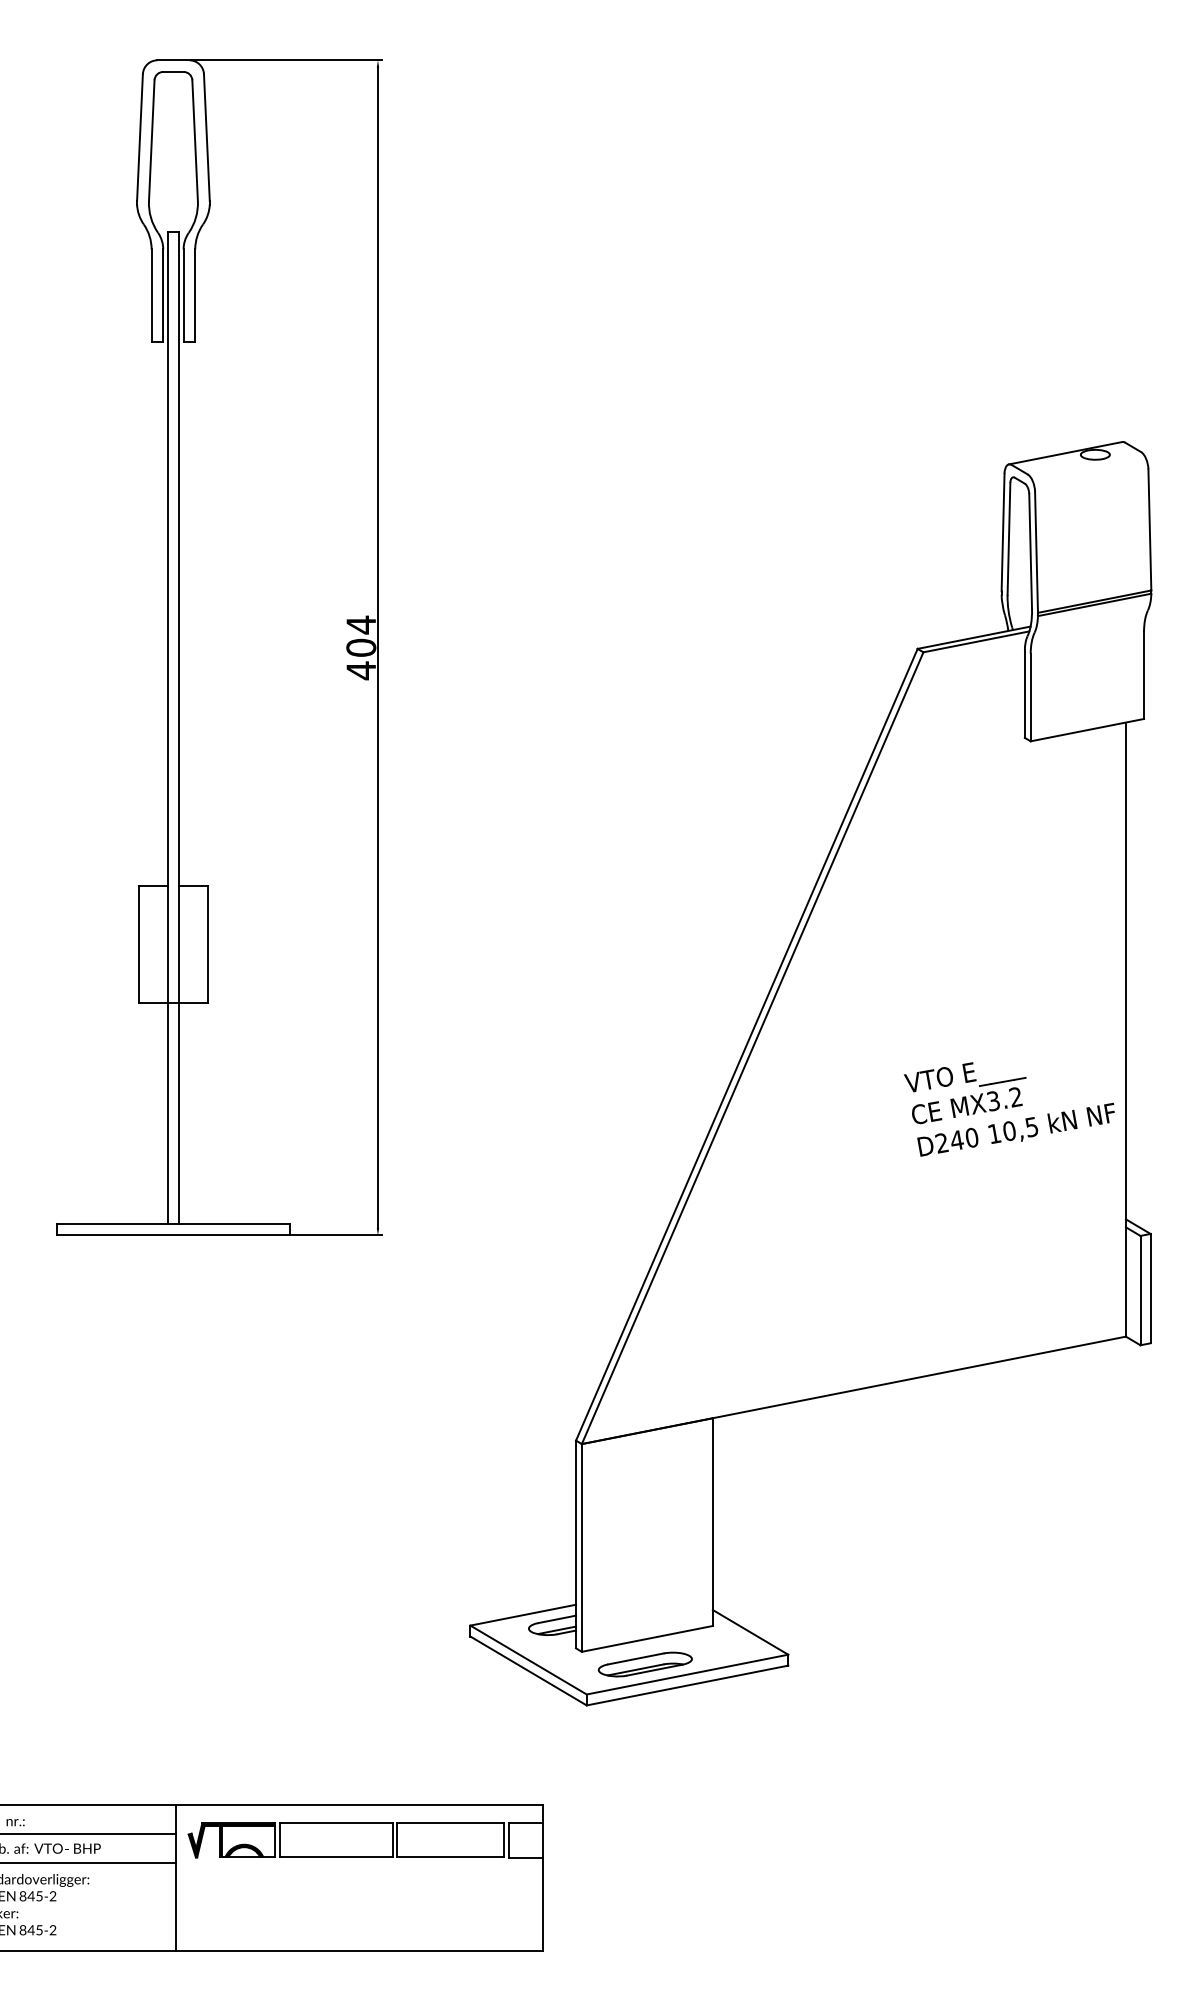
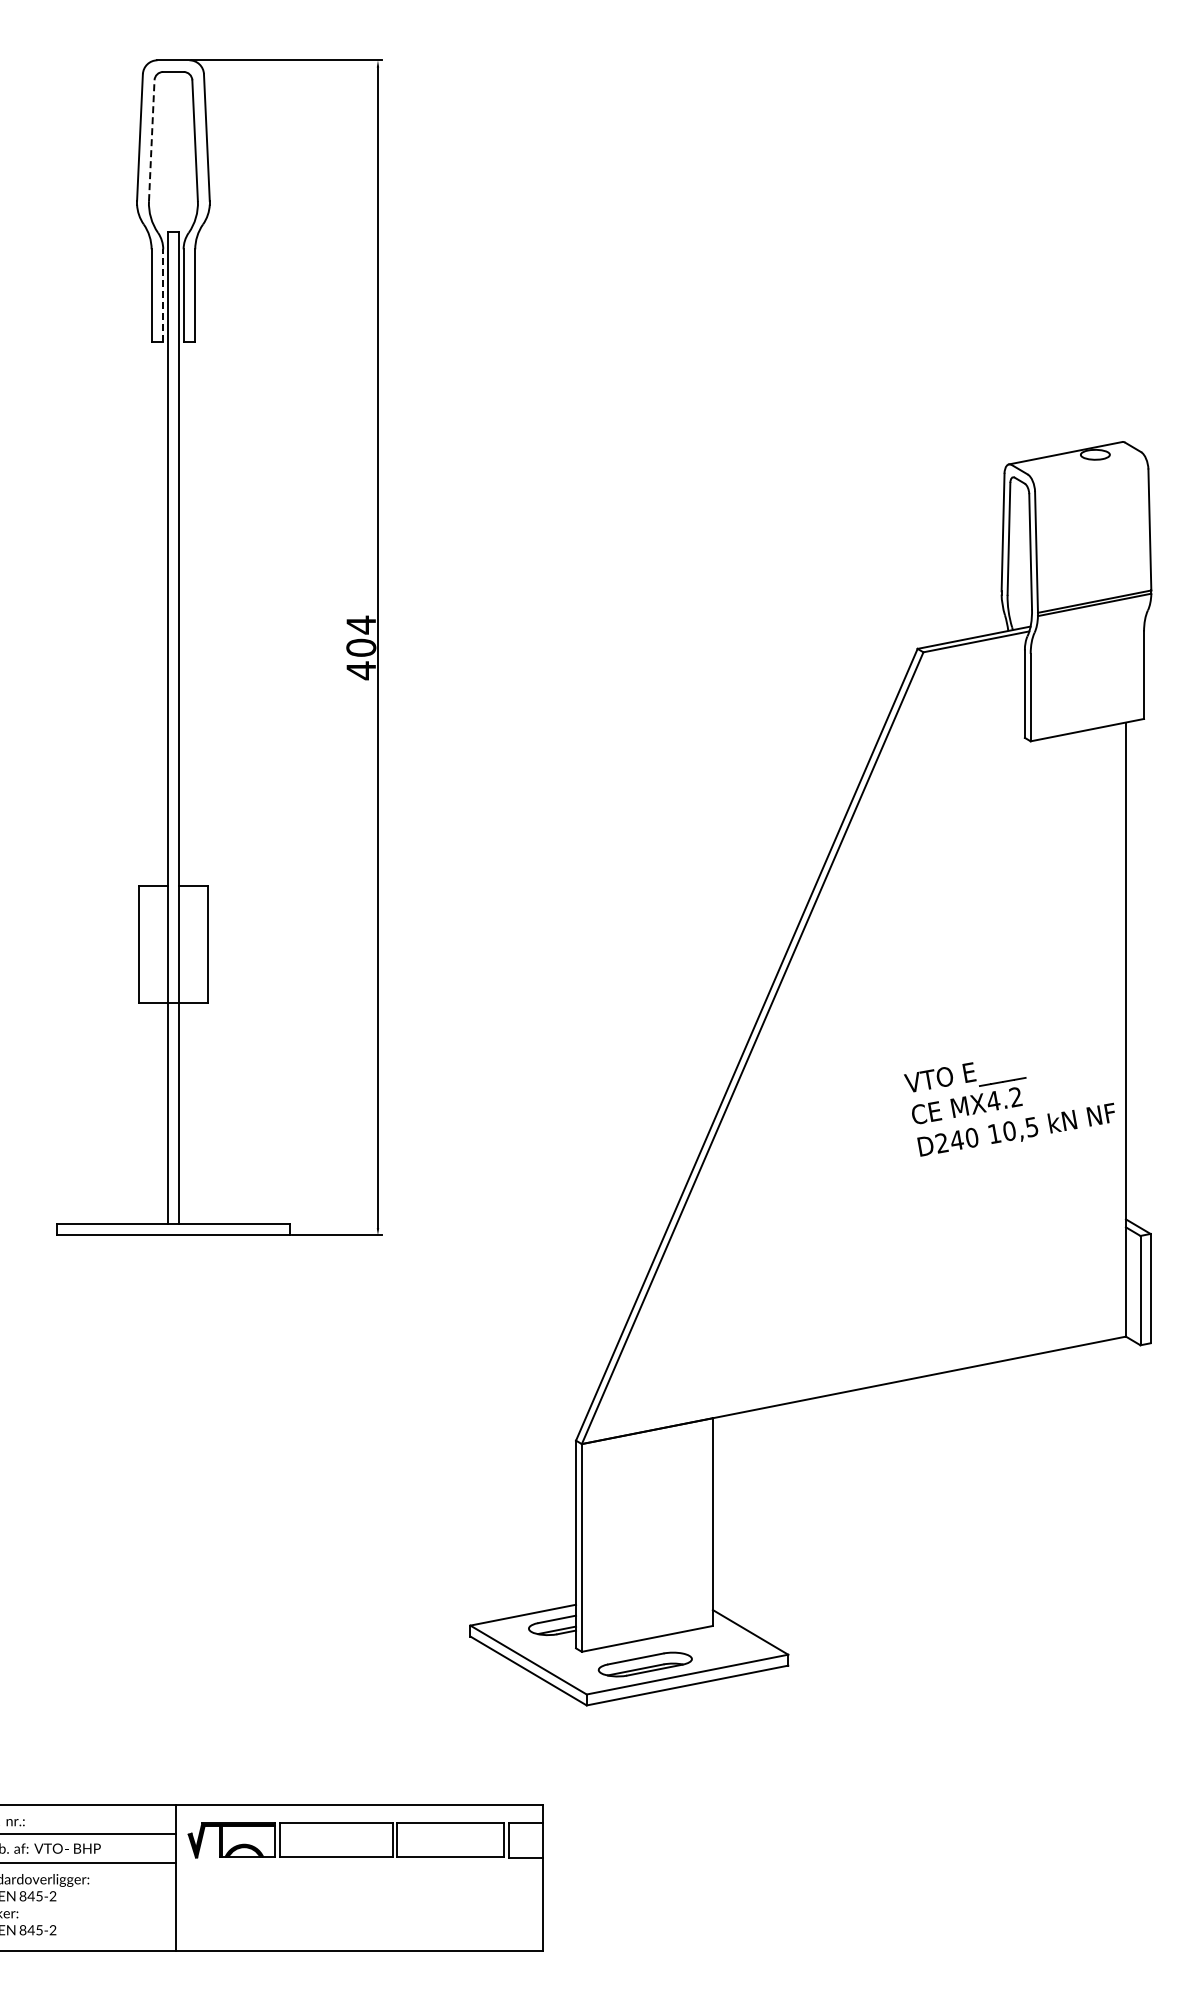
line at (151, 140): solid -> dashed
line at (163, 295): solid -> dashed
text at (993, 1101): MX3.2 -> MX4.2
